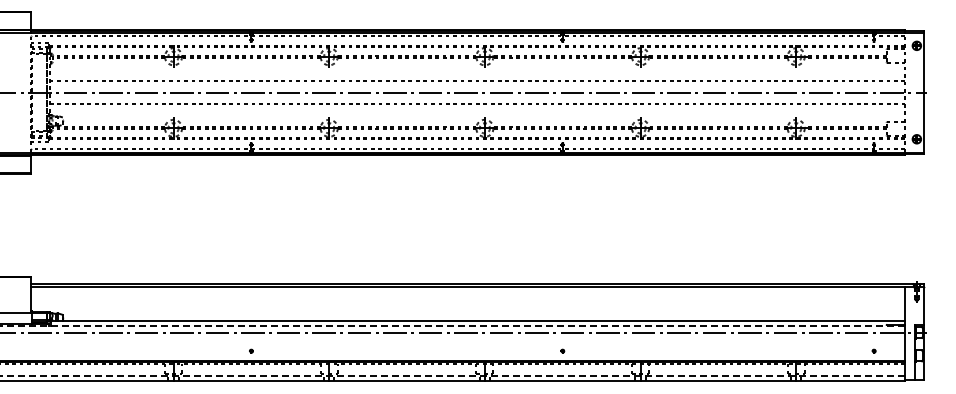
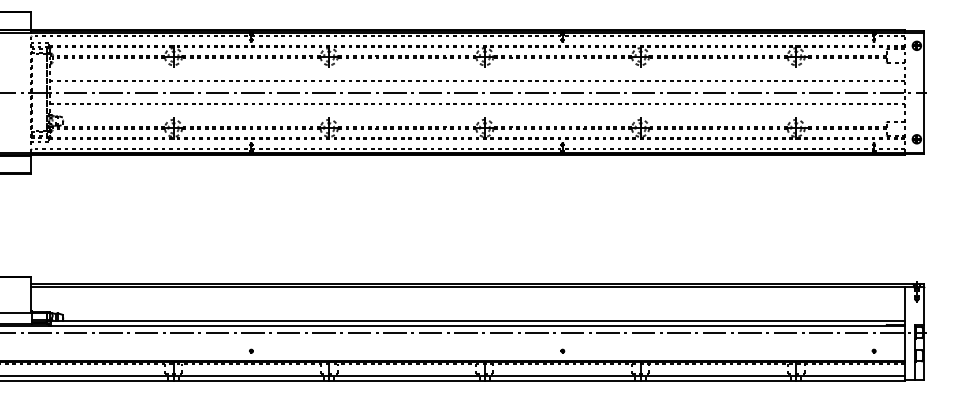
line at (452, 326): dashed -> solid
line at (452, 376): dashed -> solid
